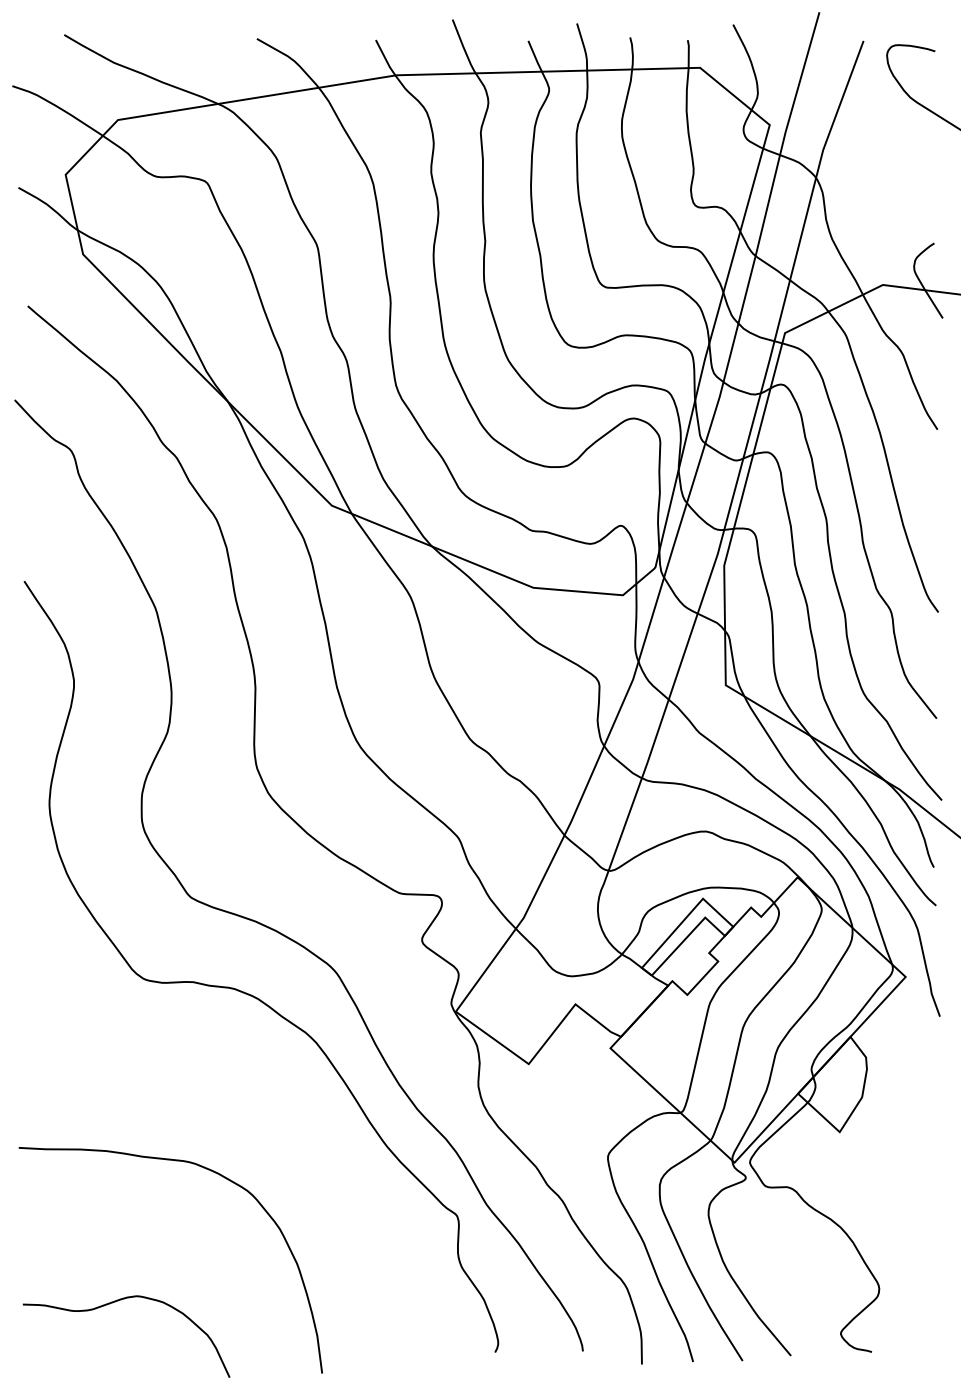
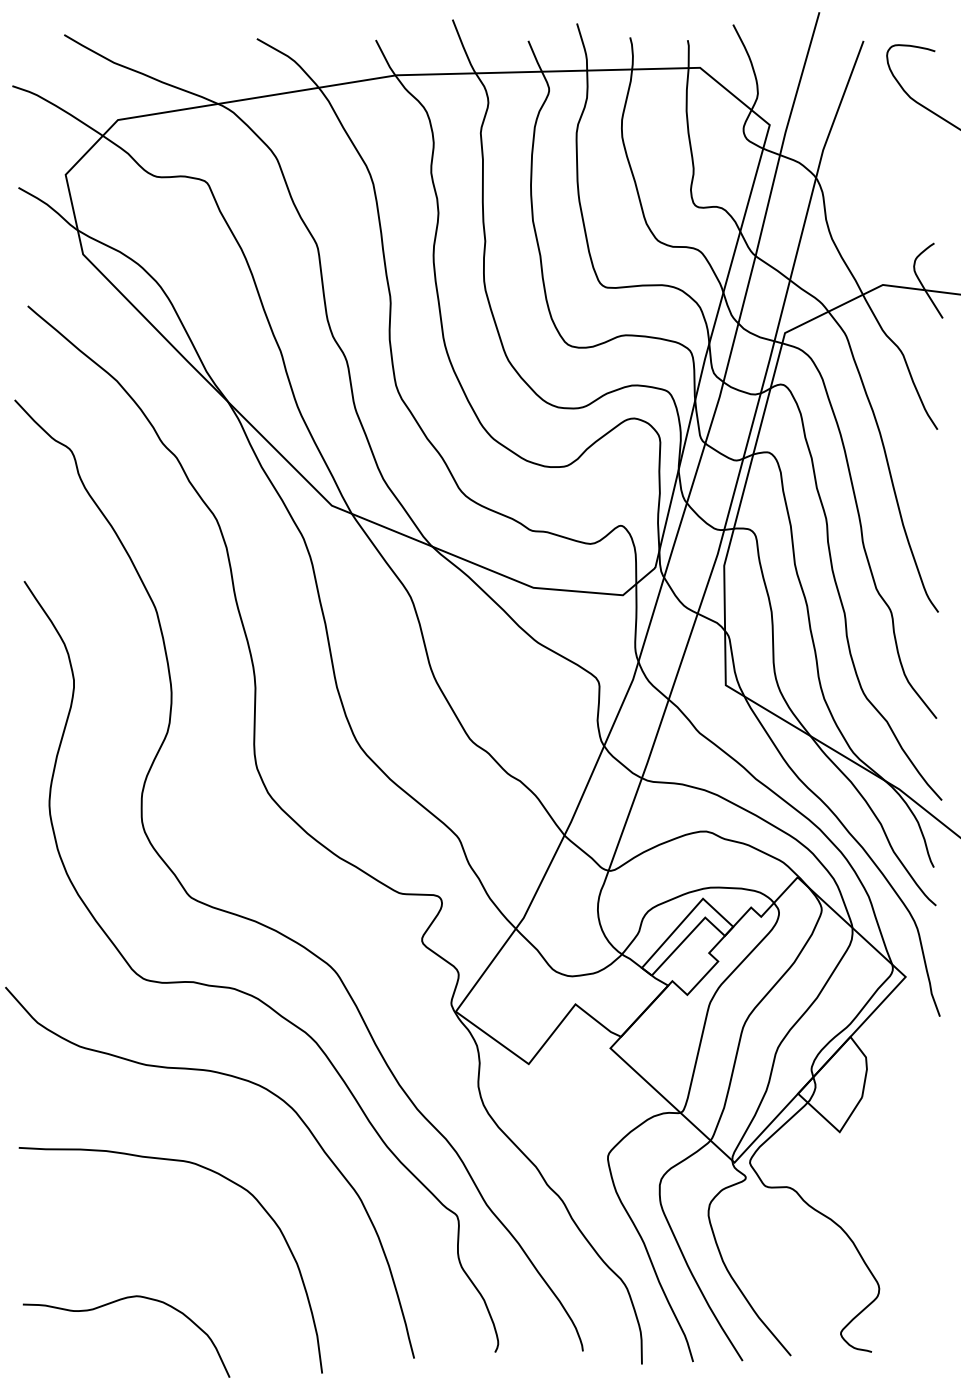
curve at (235, 1078): none -> present
